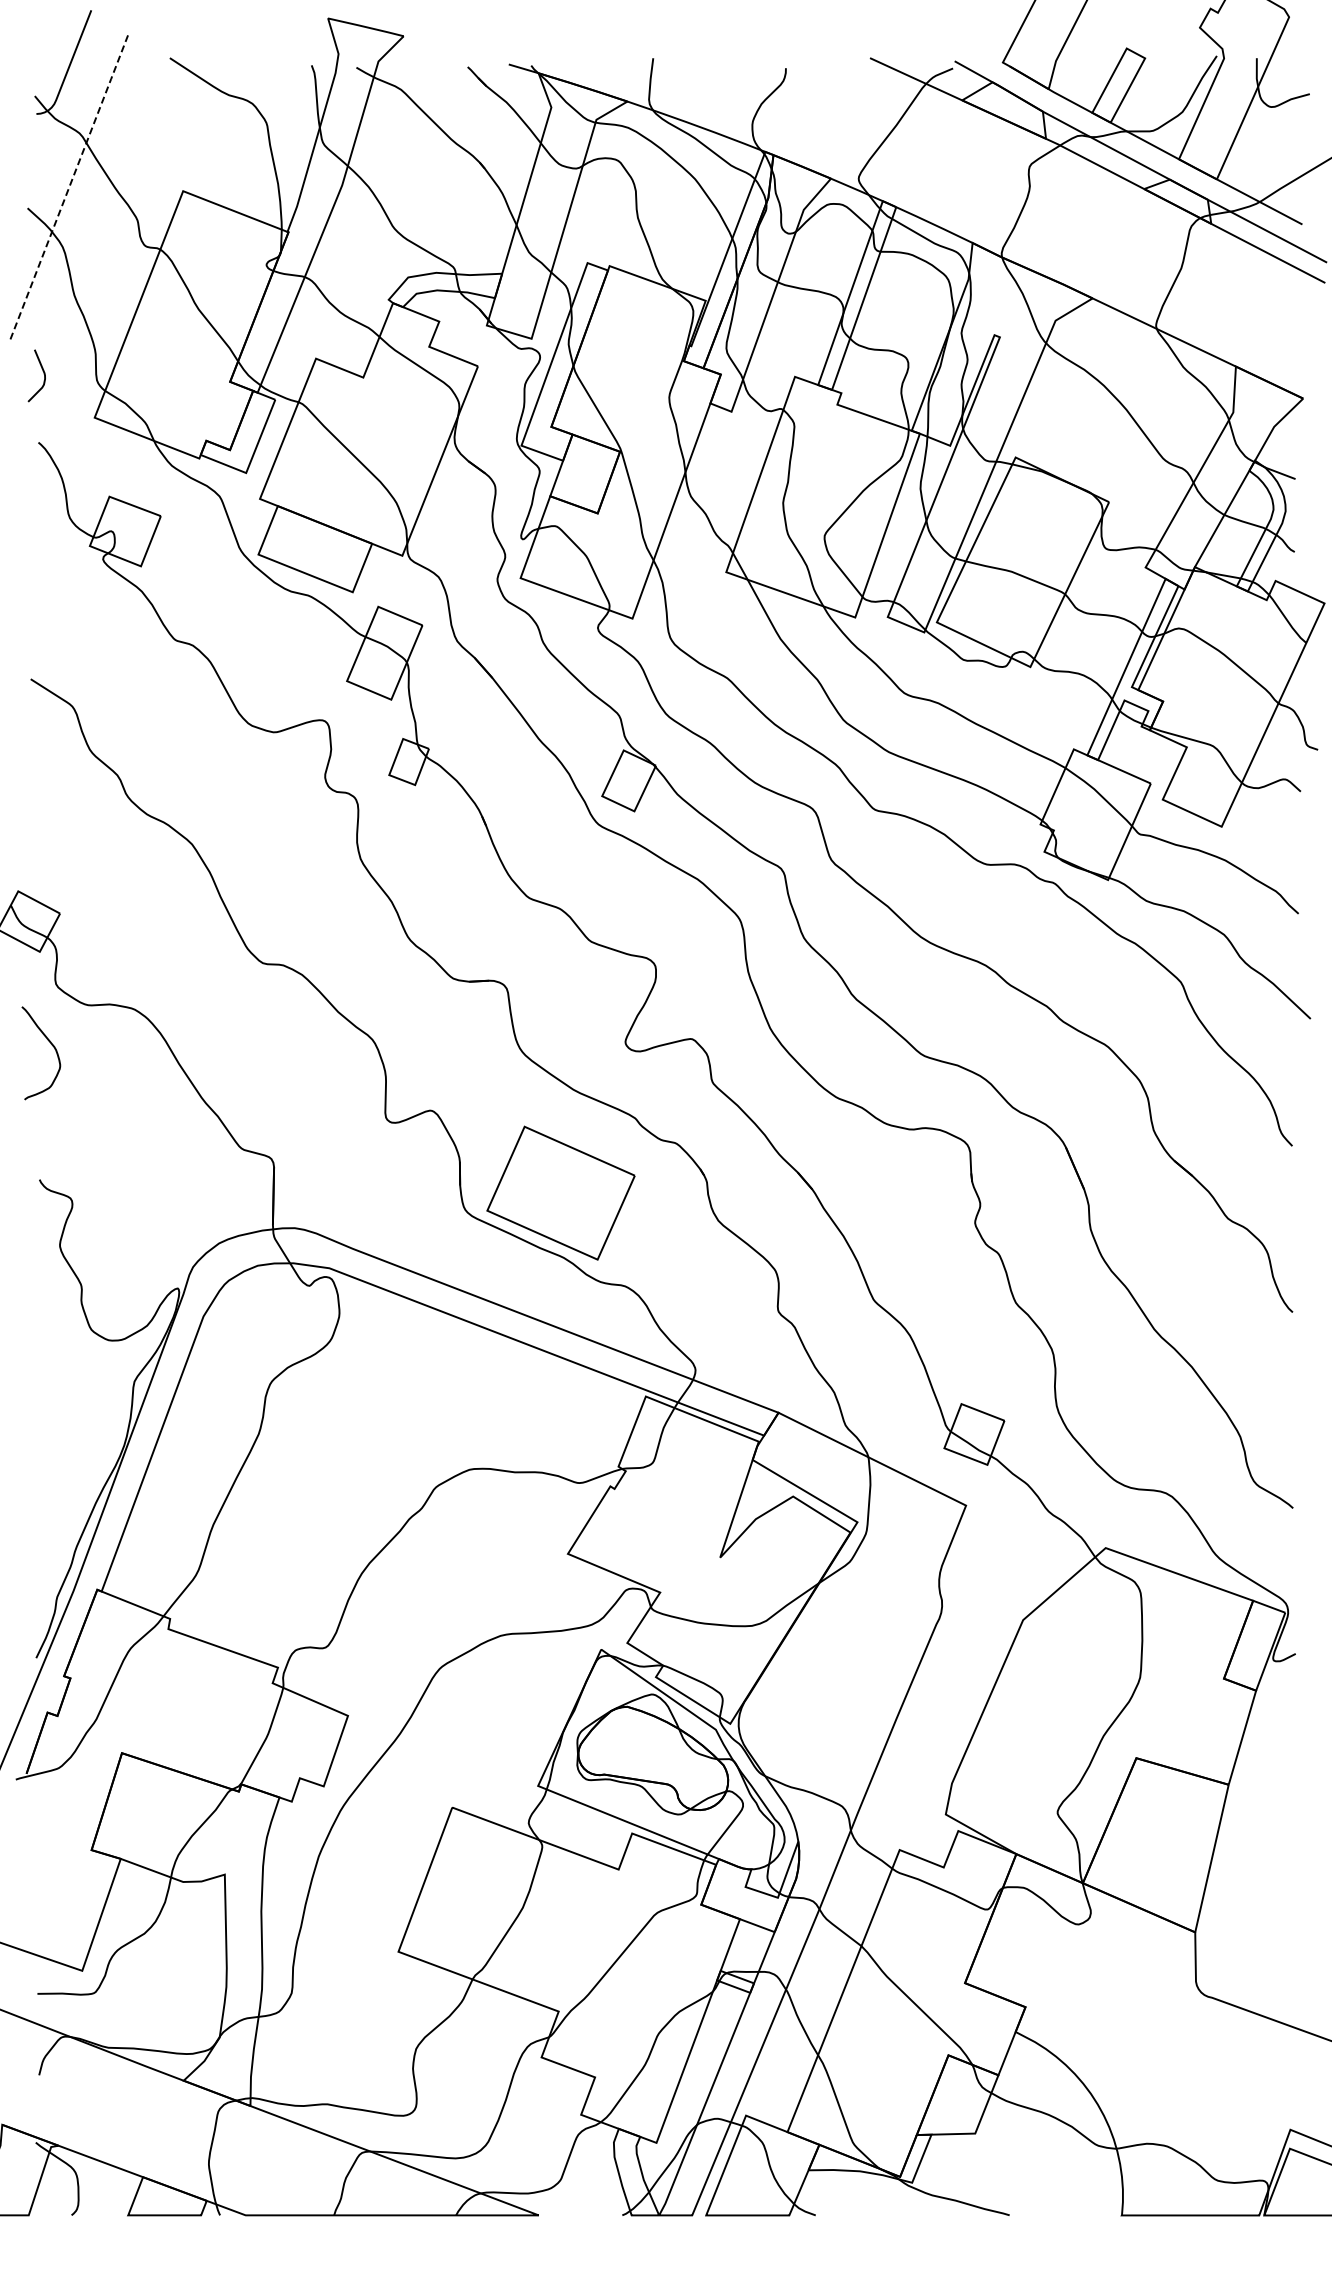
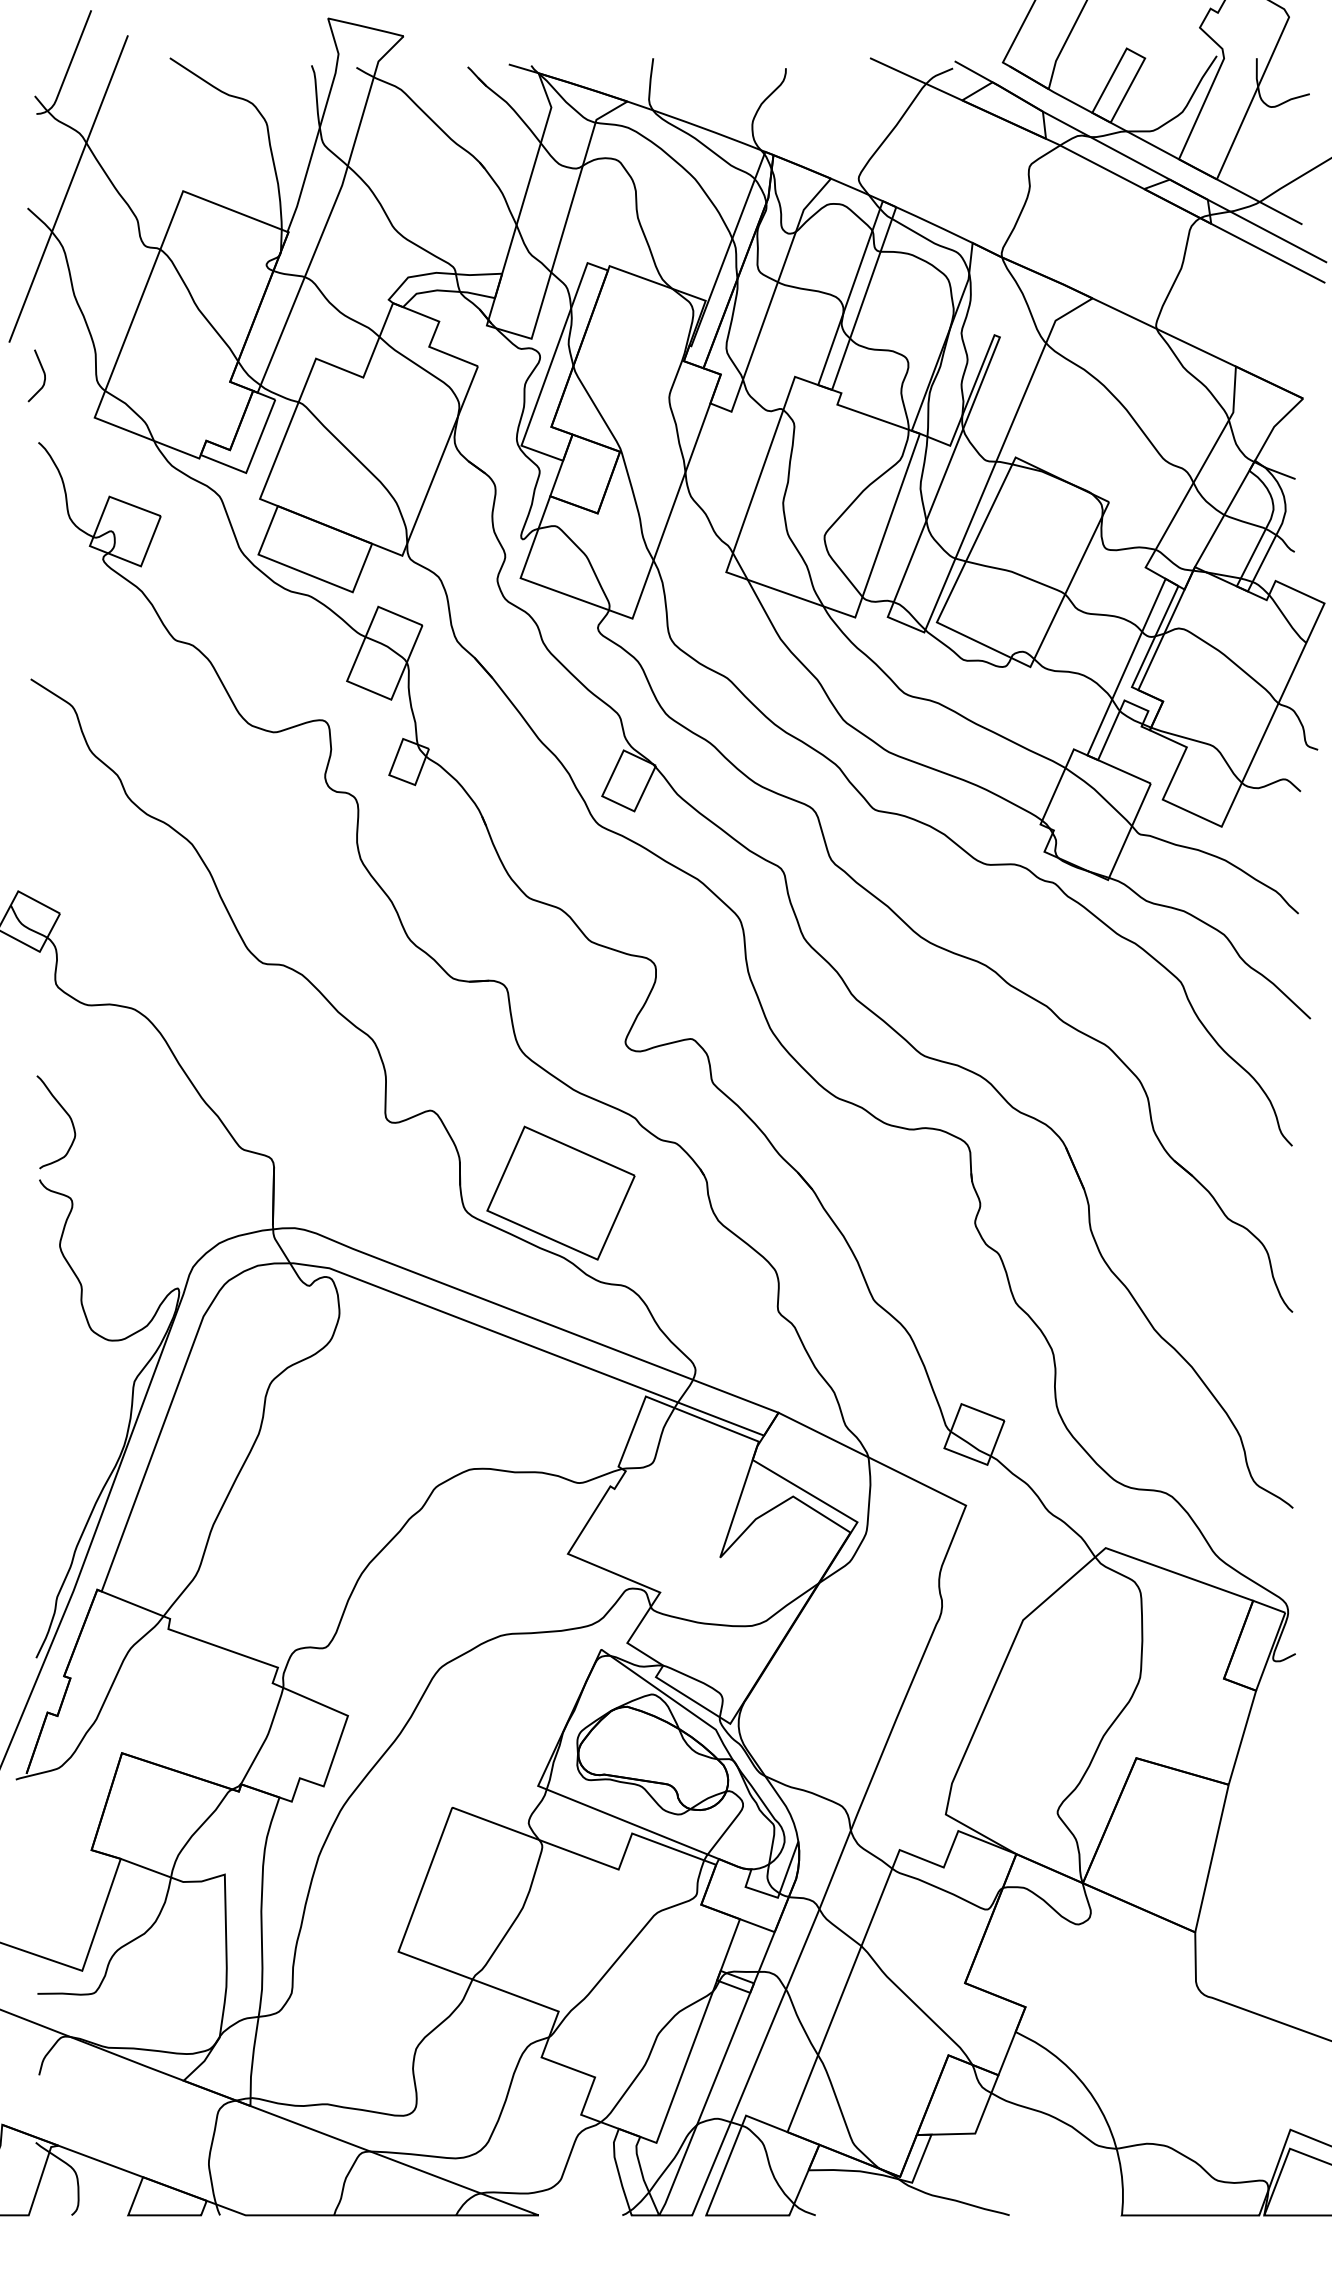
line at (68, 188): dashed -> solid
curve at (51, 1045) position: (51, 1045) -> (66, 1114)
